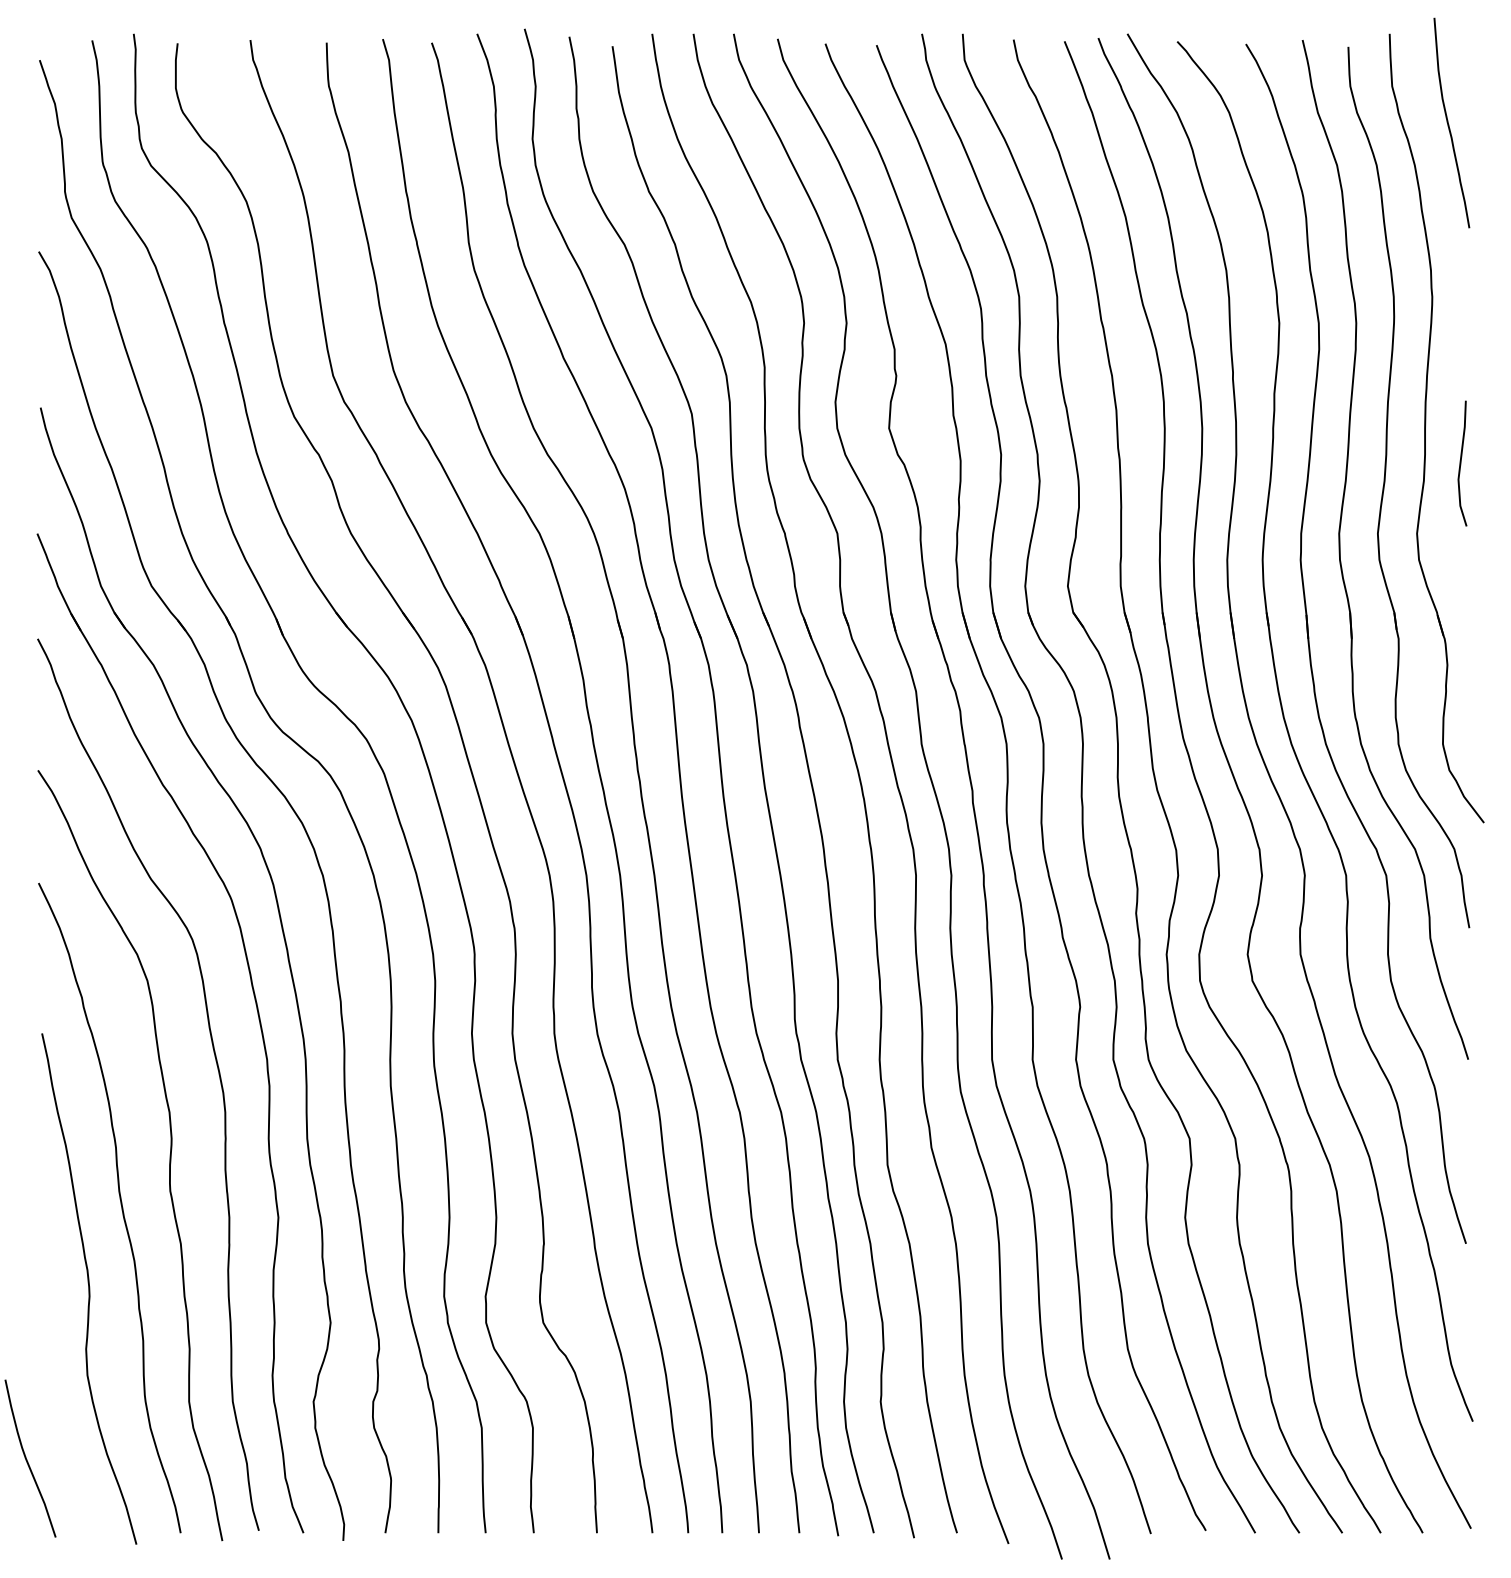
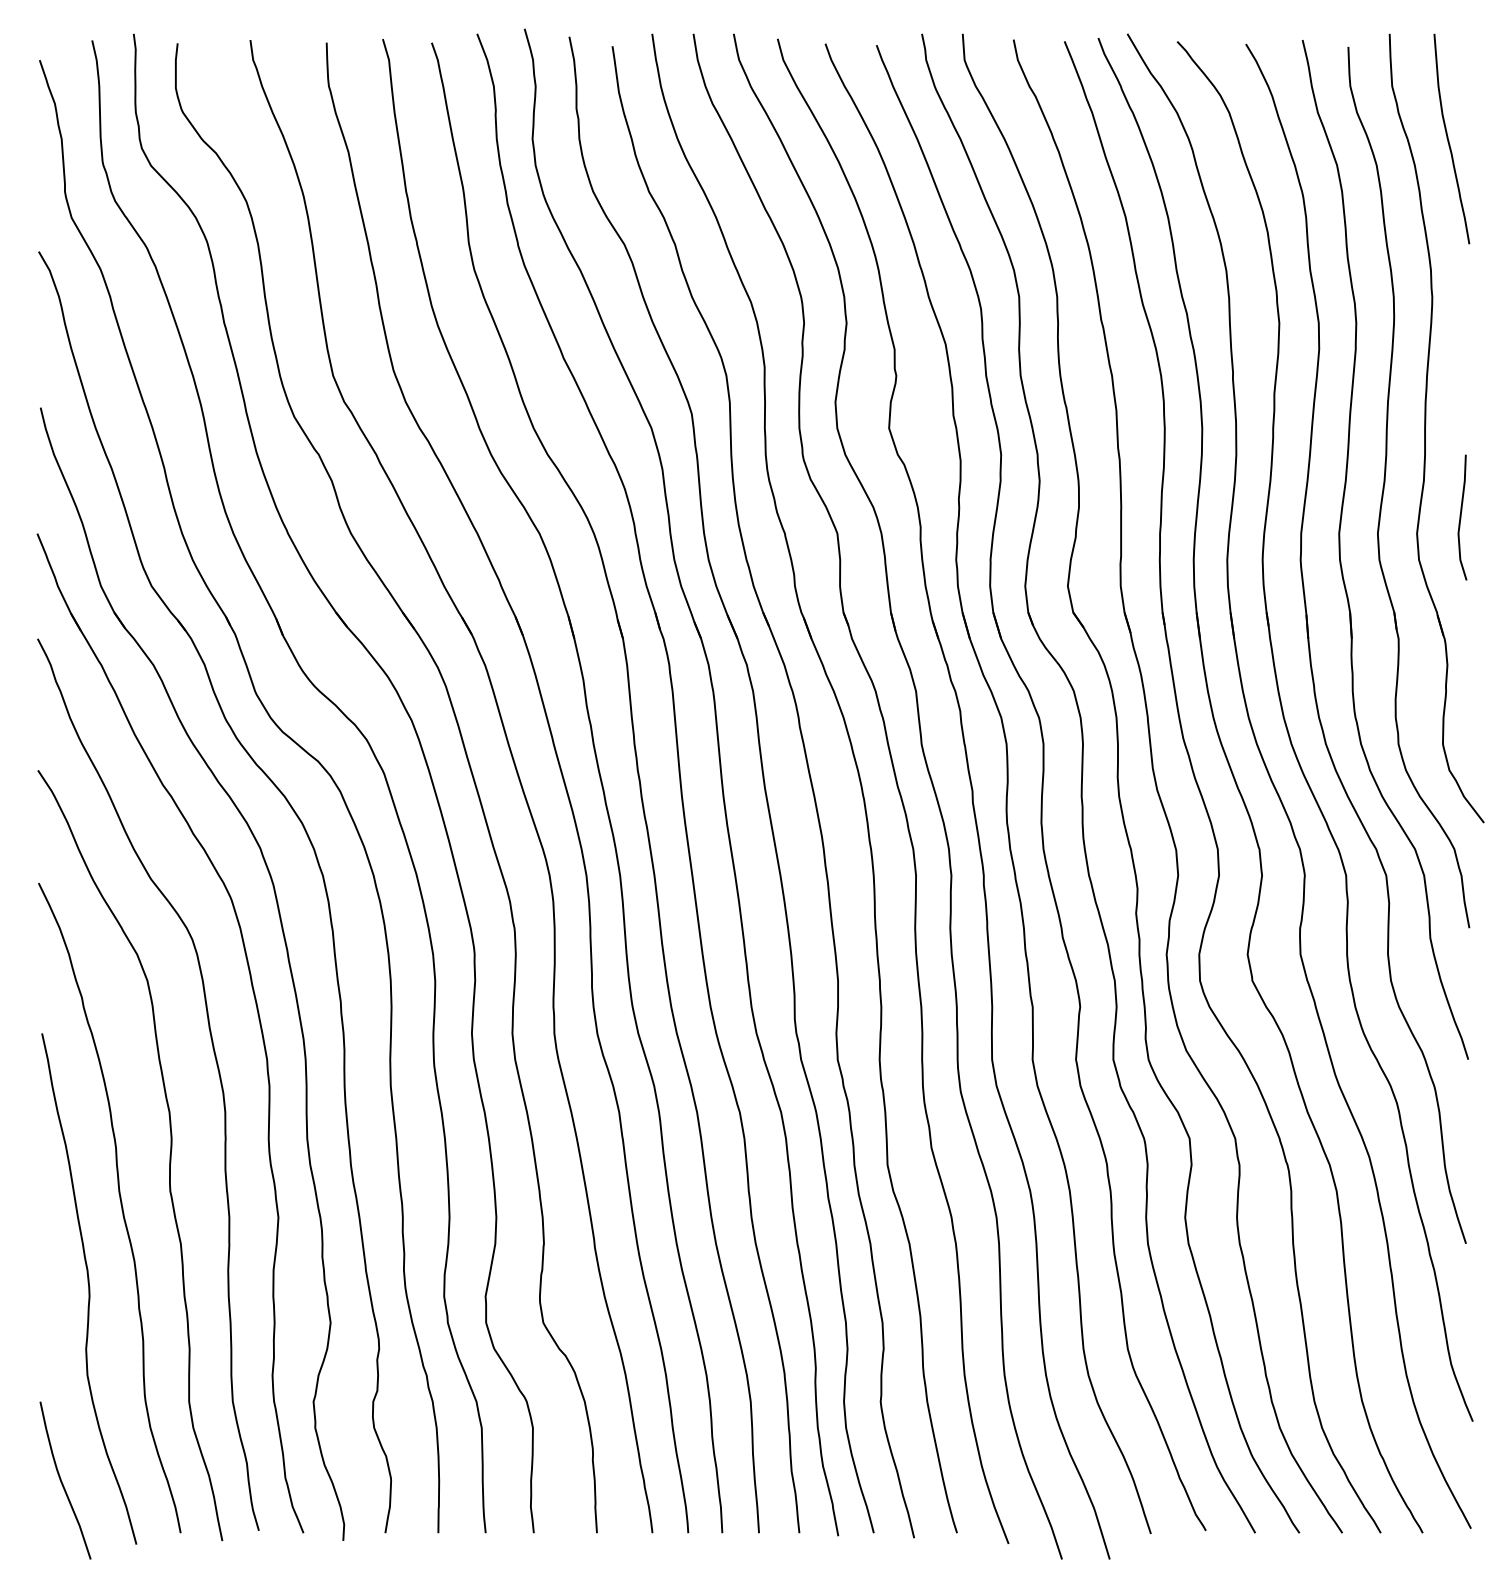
curve at (1449, 124) position: (1449, 124) -> (1449, 140)
line at (1461, 463) position: (1461, 463) -> (1461, 517)
curve at (27, 1459) position: (27, 1459) -> (62, 1481)
